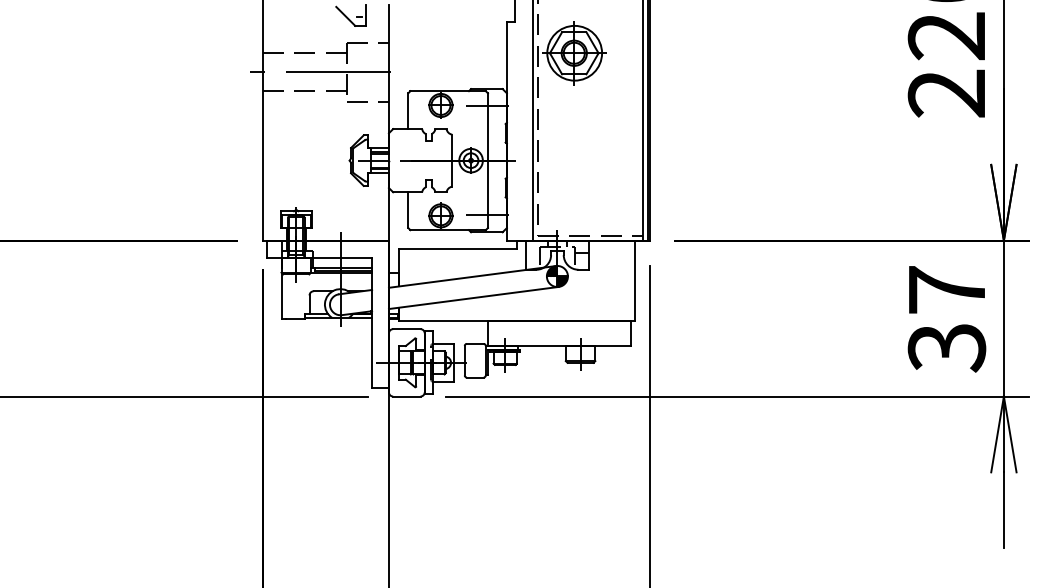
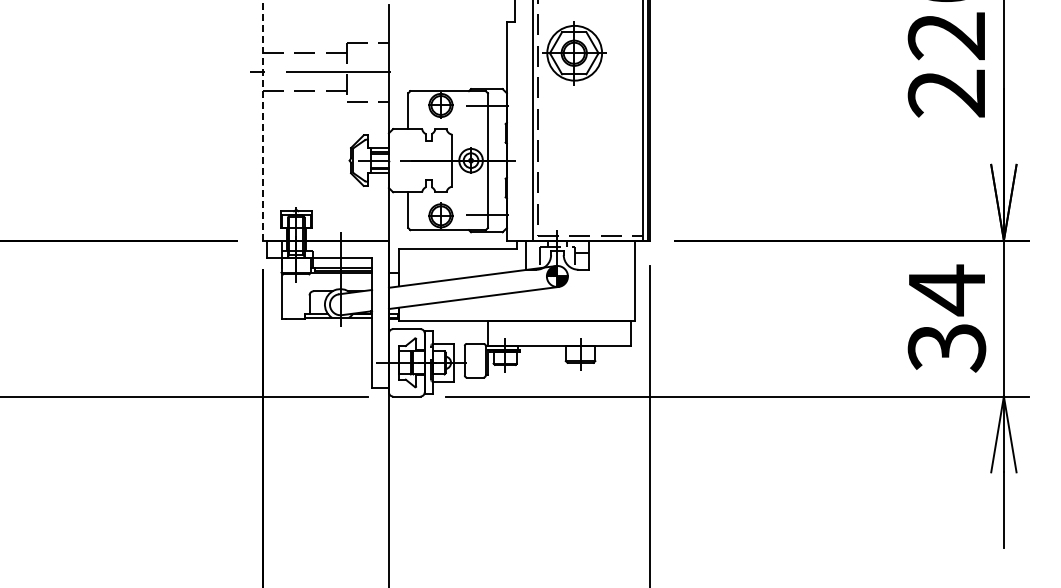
part at (350, 15): present -> none
line at (262, 120): solid -> dashed
text at (946, 290): 37 -> 34
